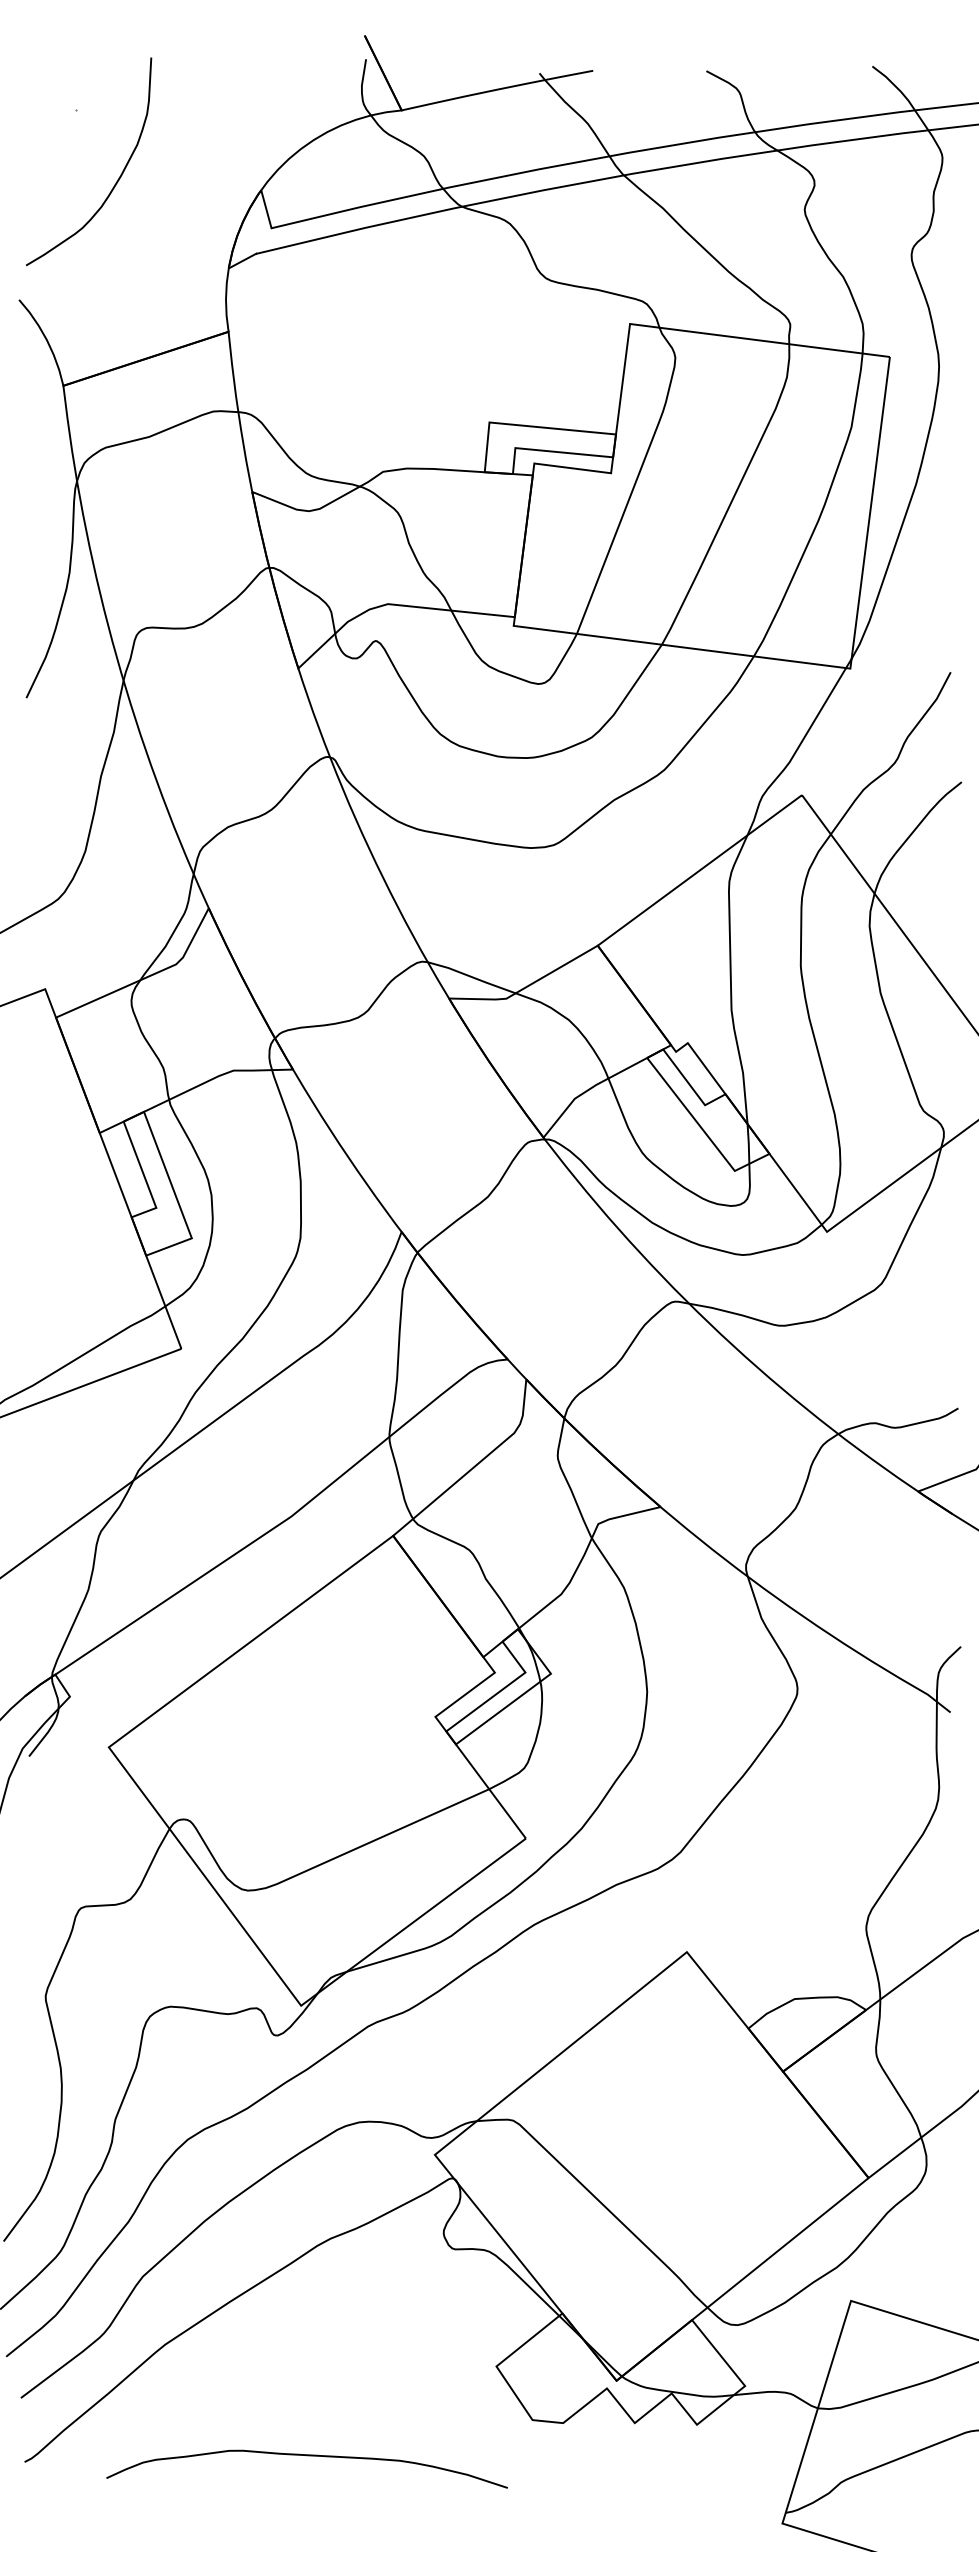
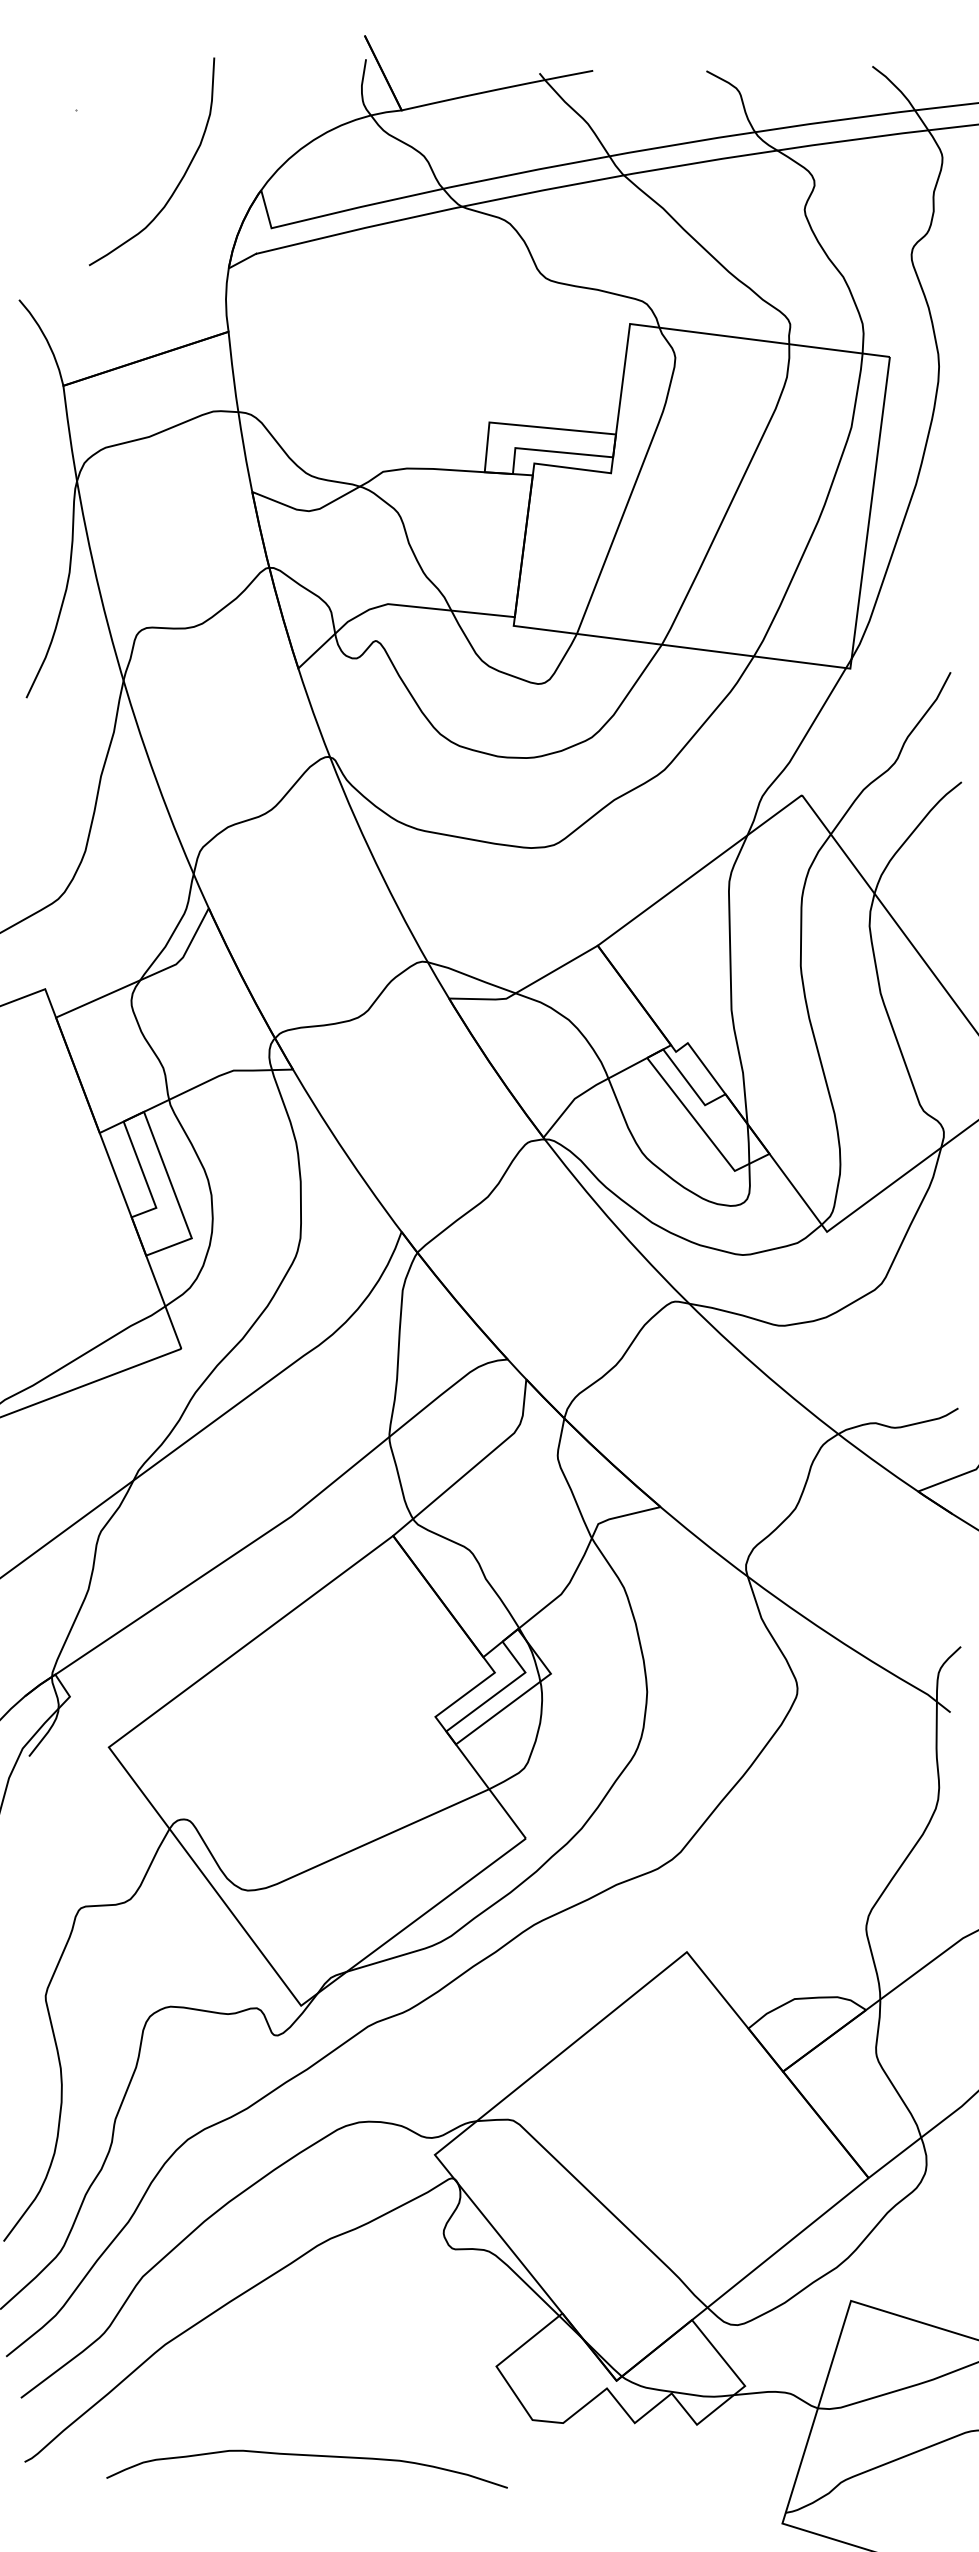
curve at (117, 179) position: (117, 179) -> (180, 179)
